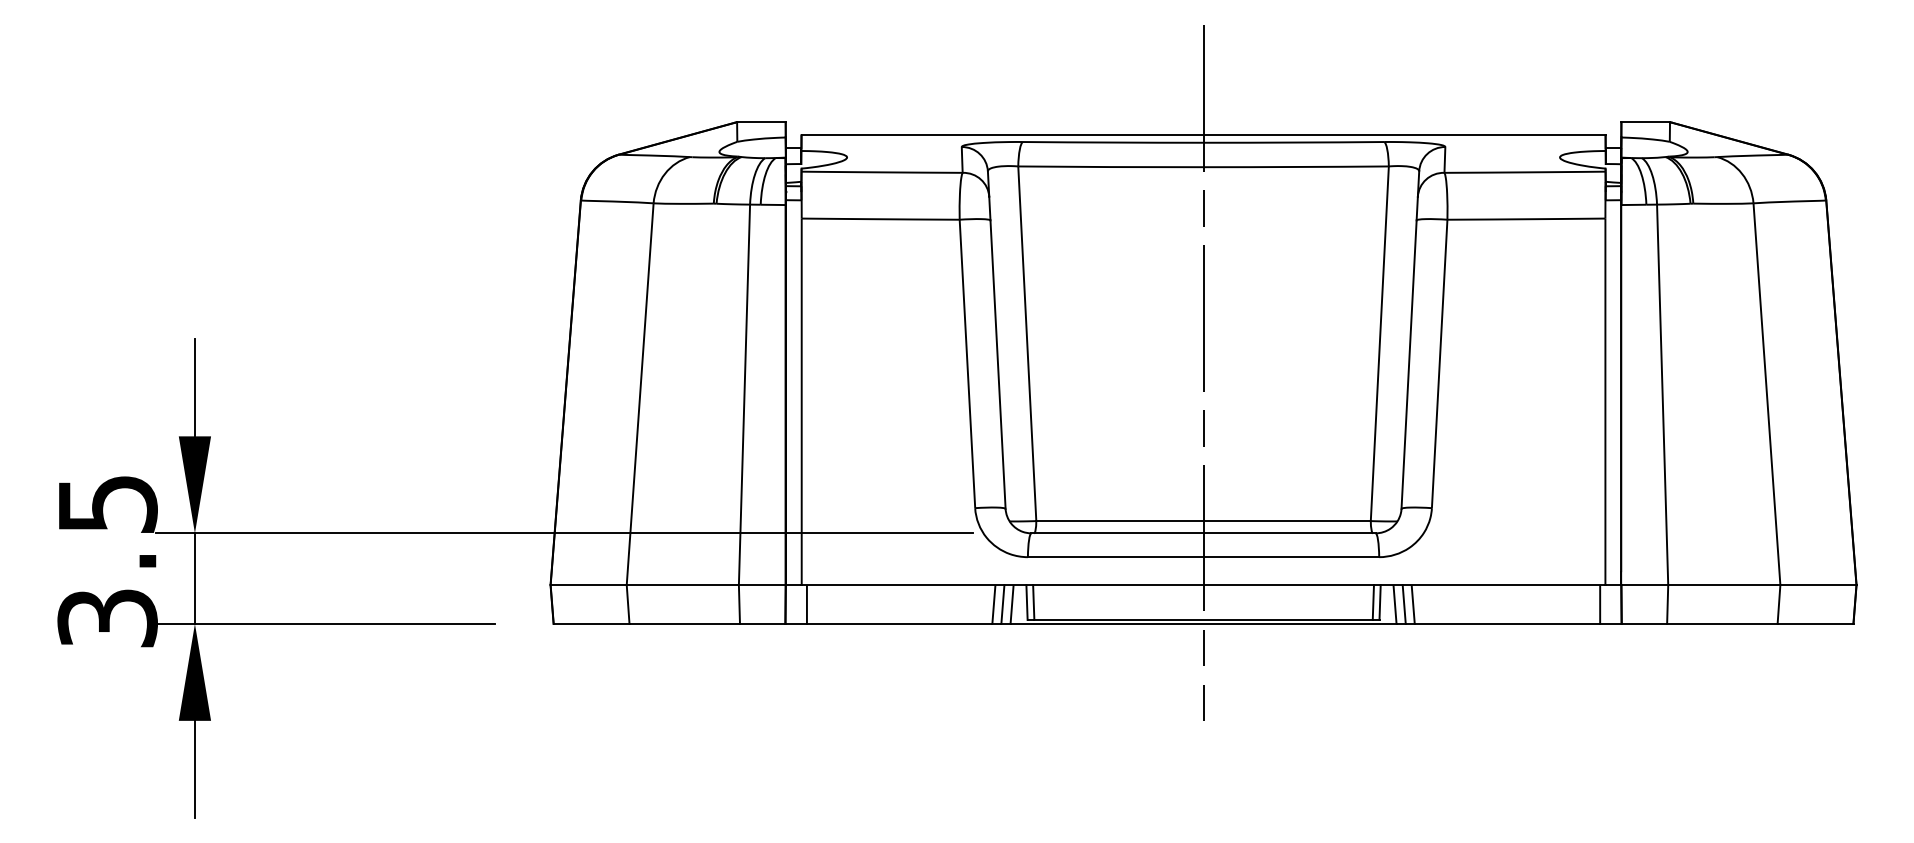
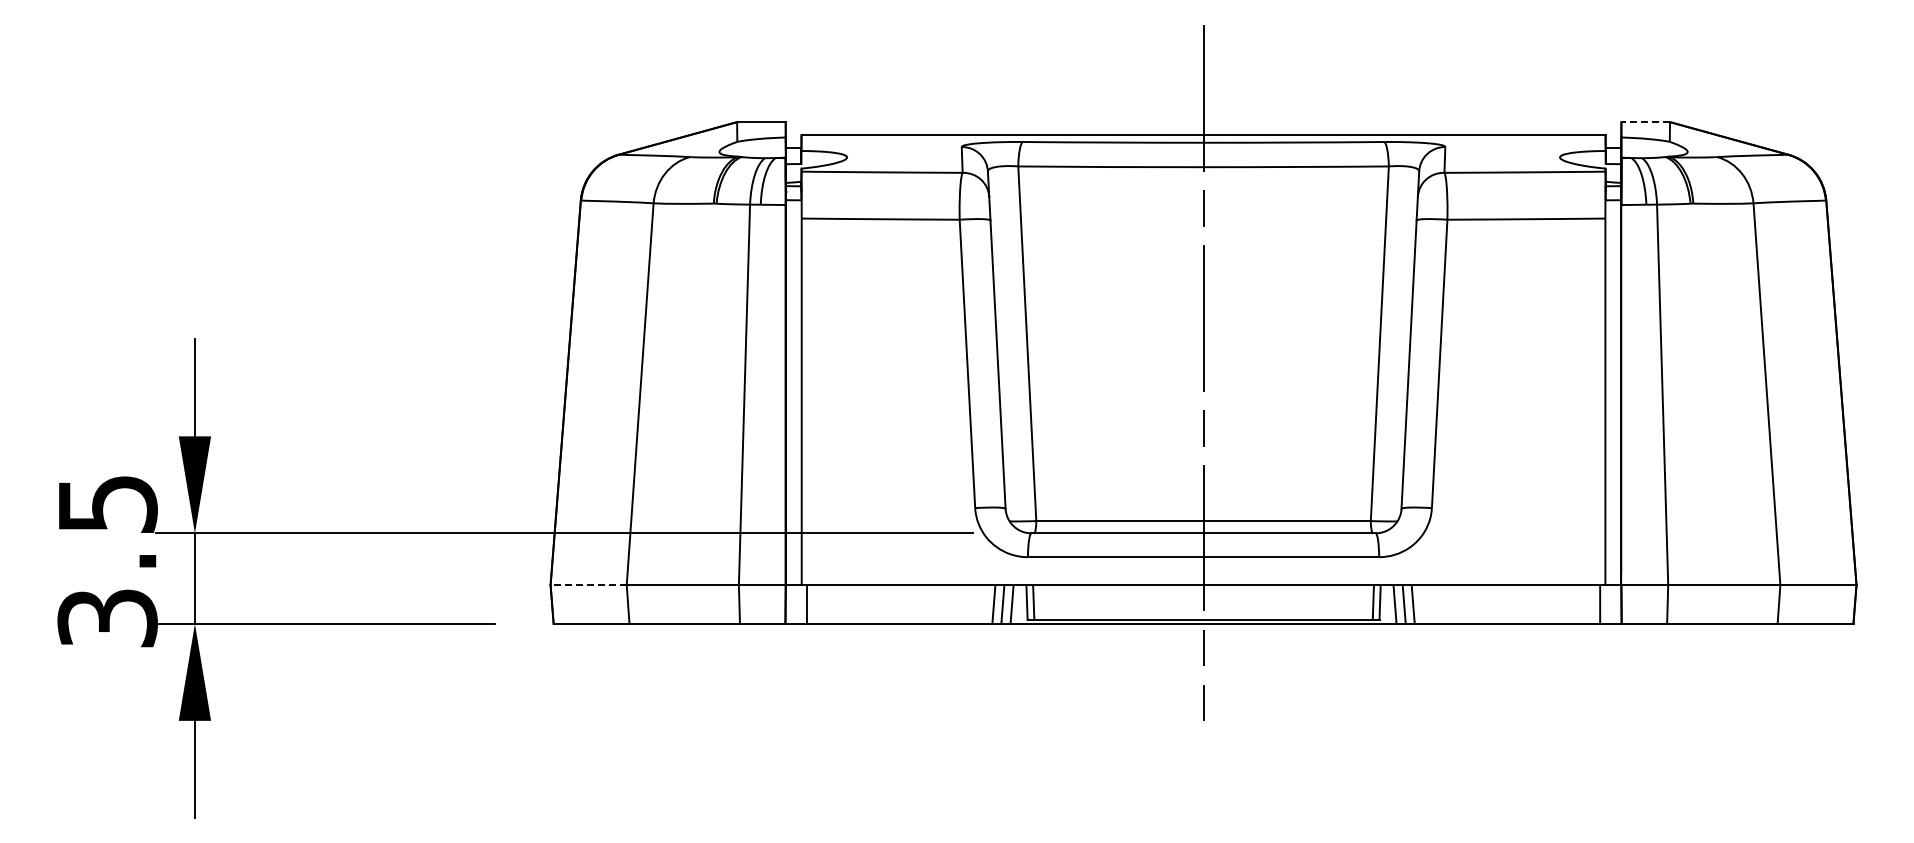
line at (1645, 122): solid -> dashed
line at (588, 585): solid -> dashed
